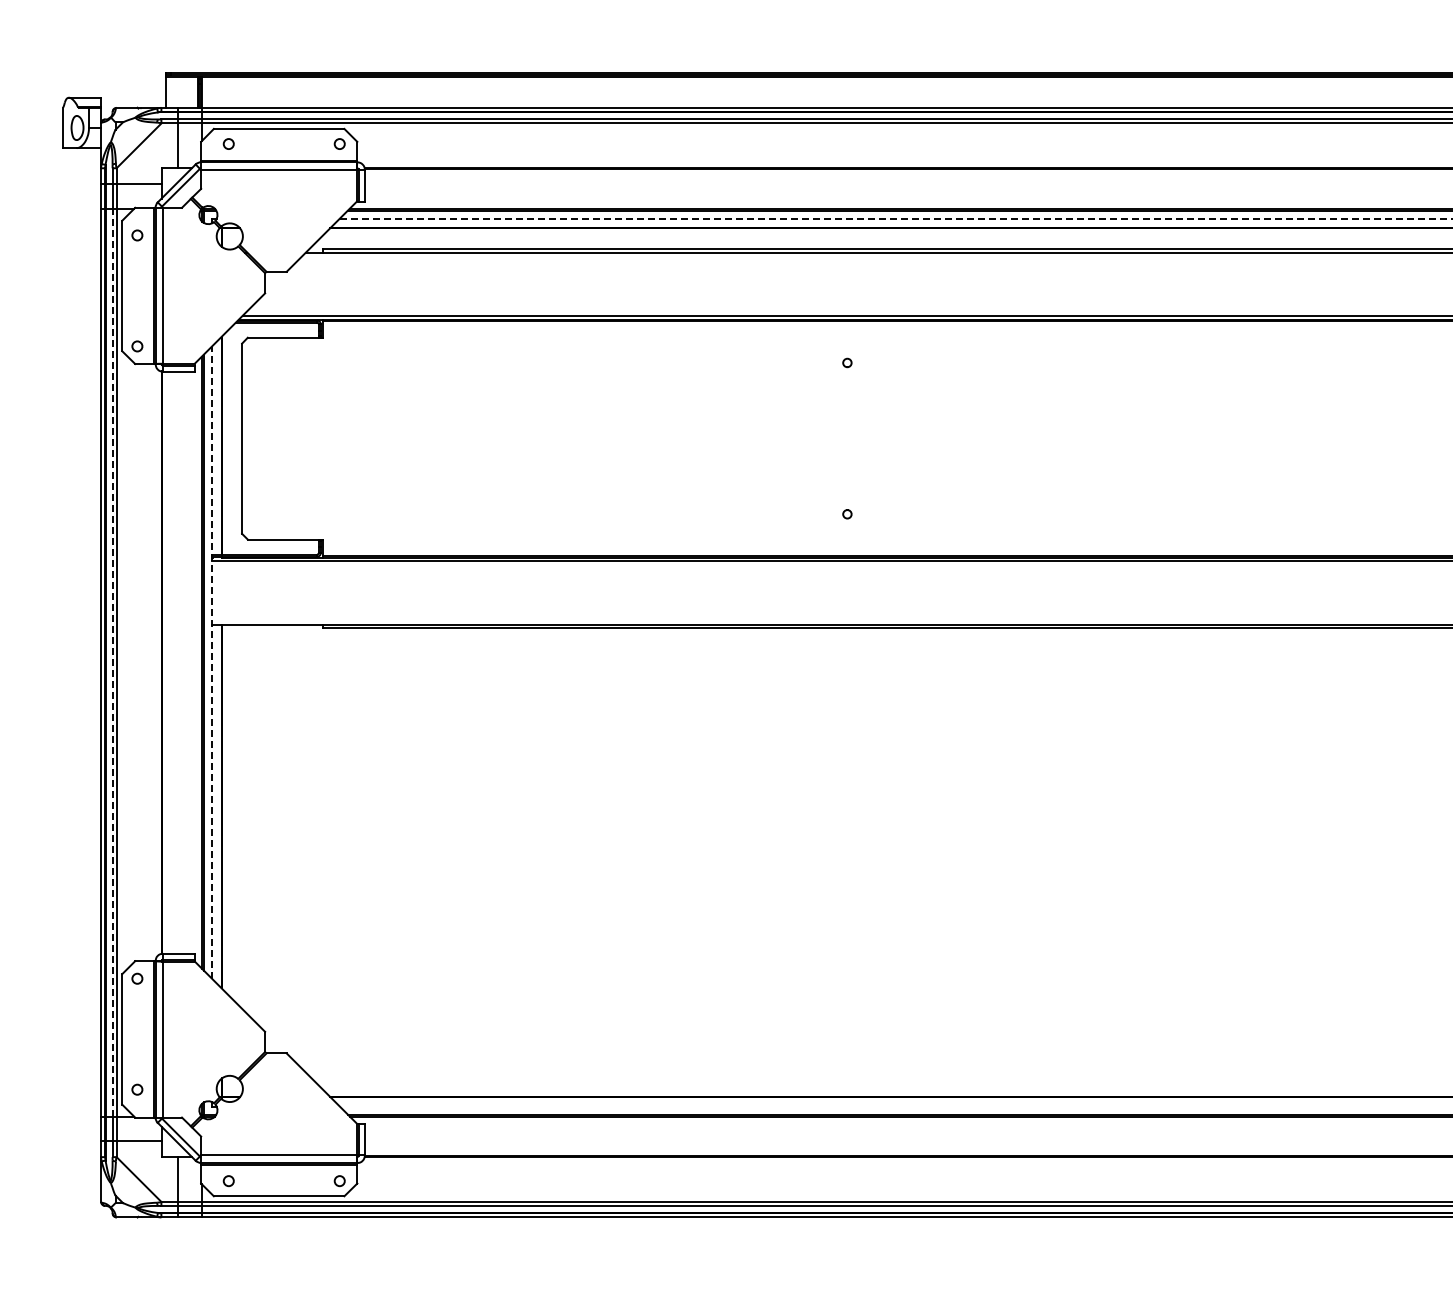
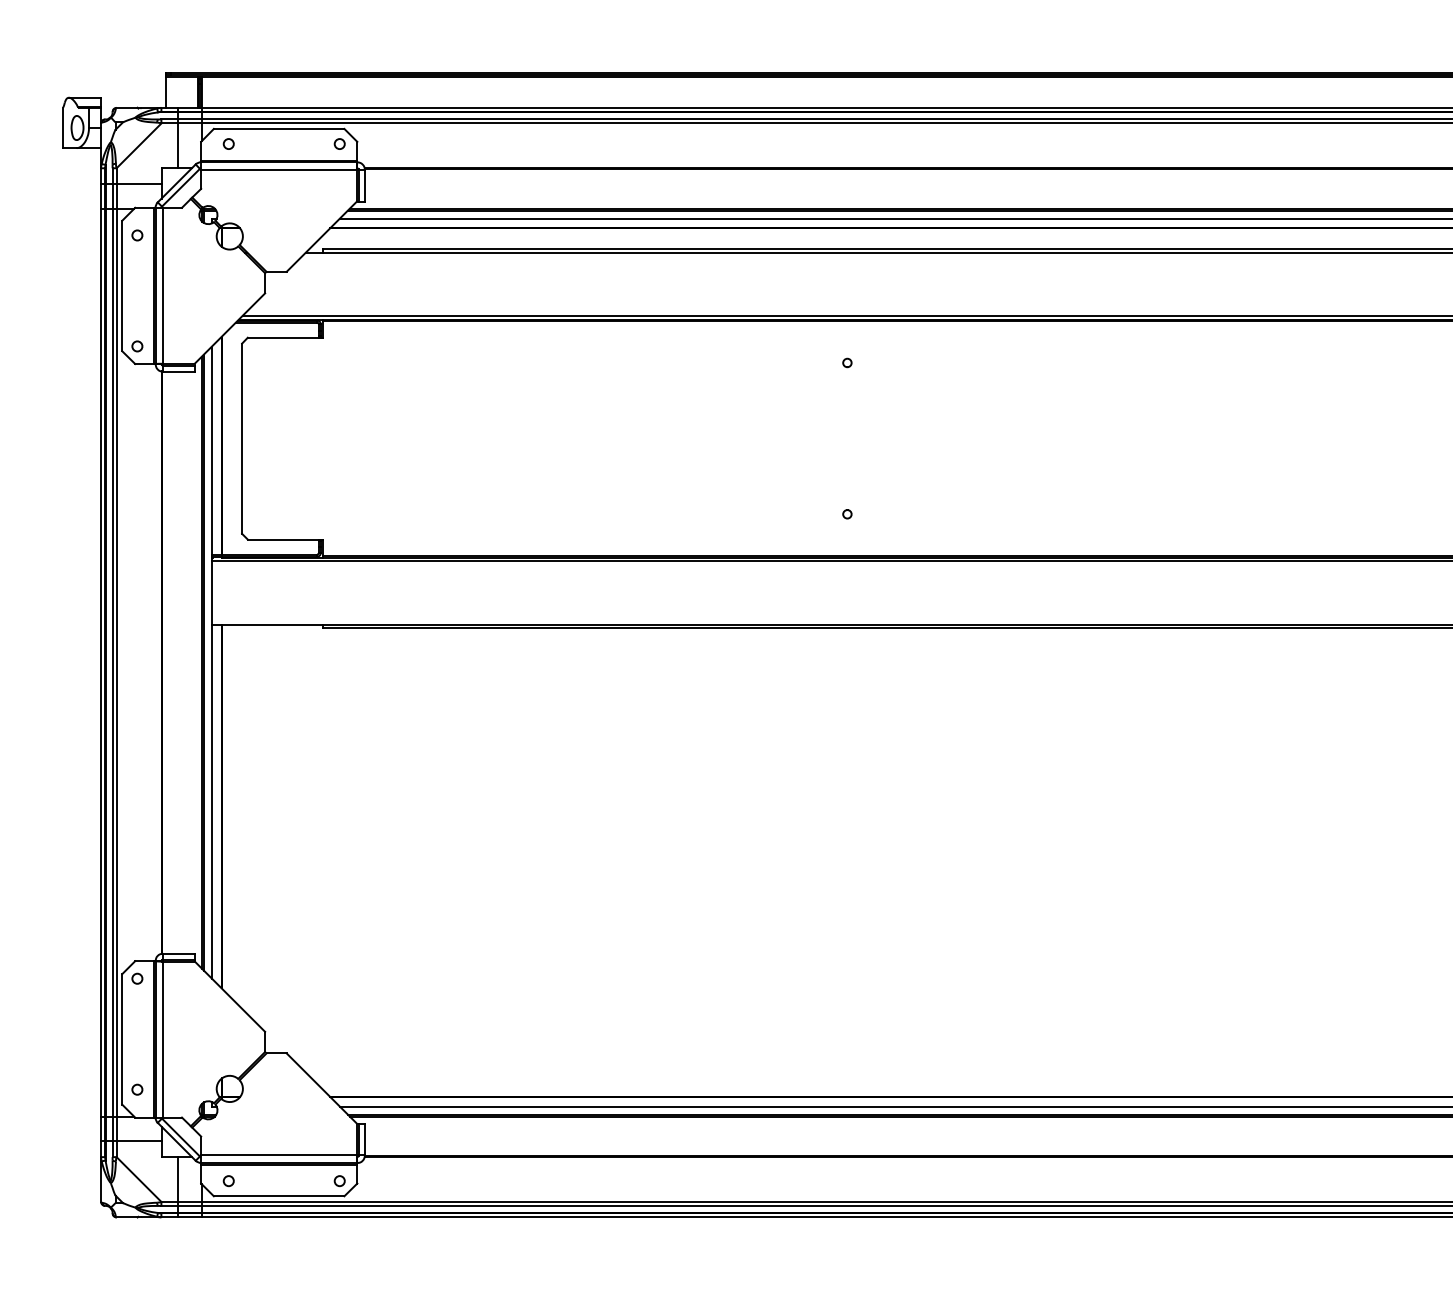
line at (896, 218): dashed -> solid
line at (112, 662): dashed -> solid
line at (212, 662): dashed -> solid
line at (894, 1106): none -> present
